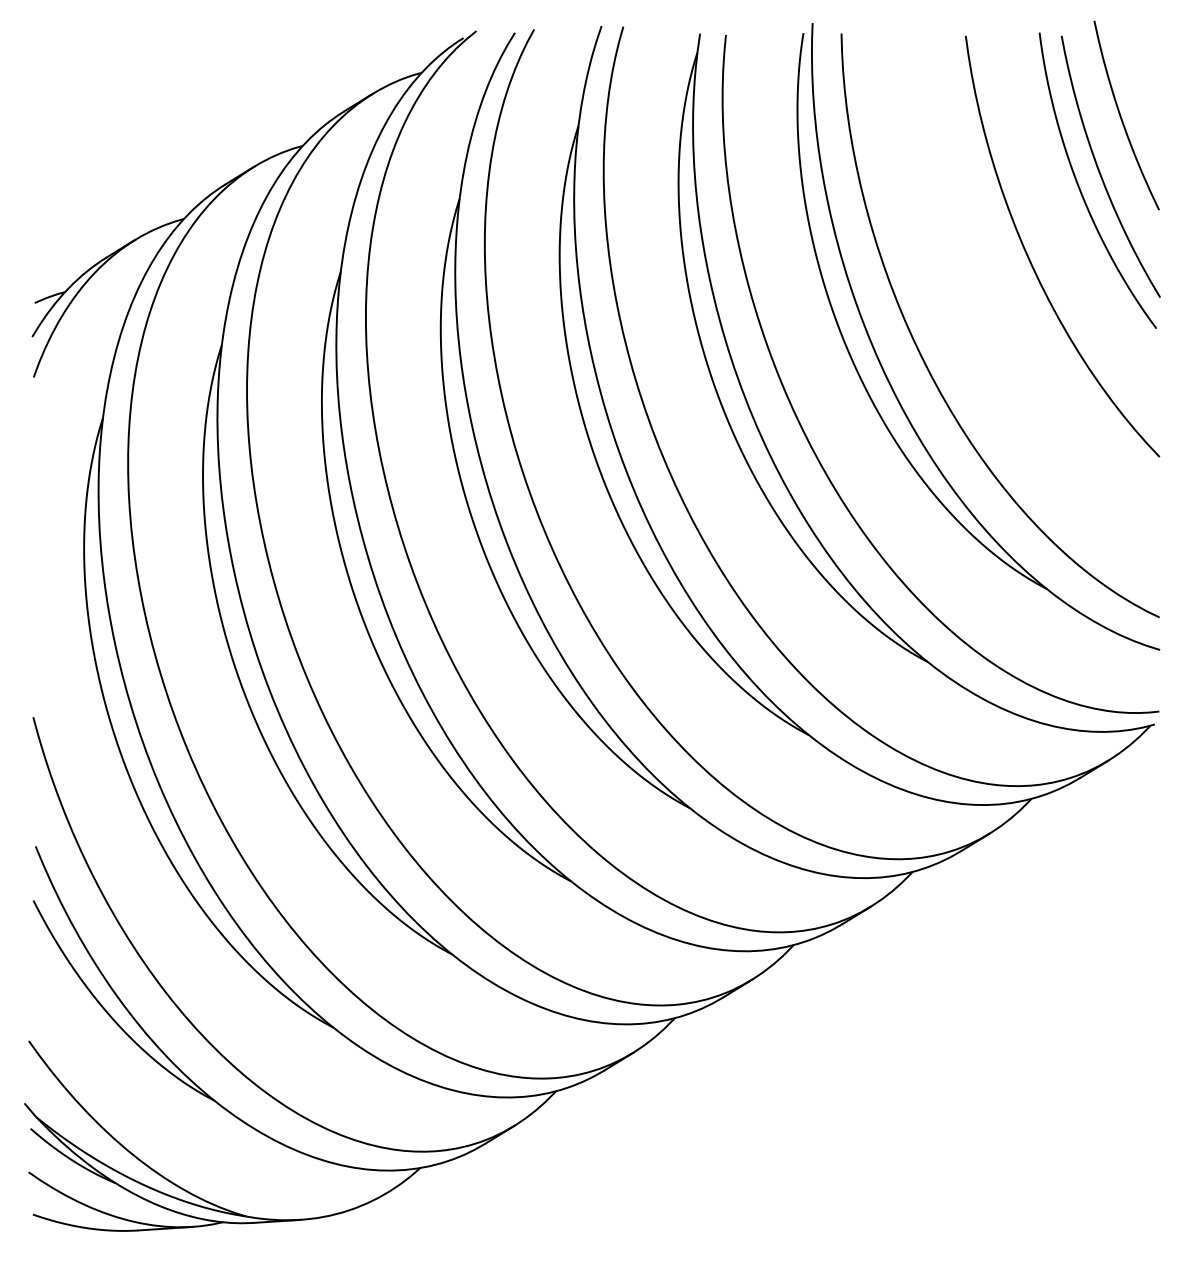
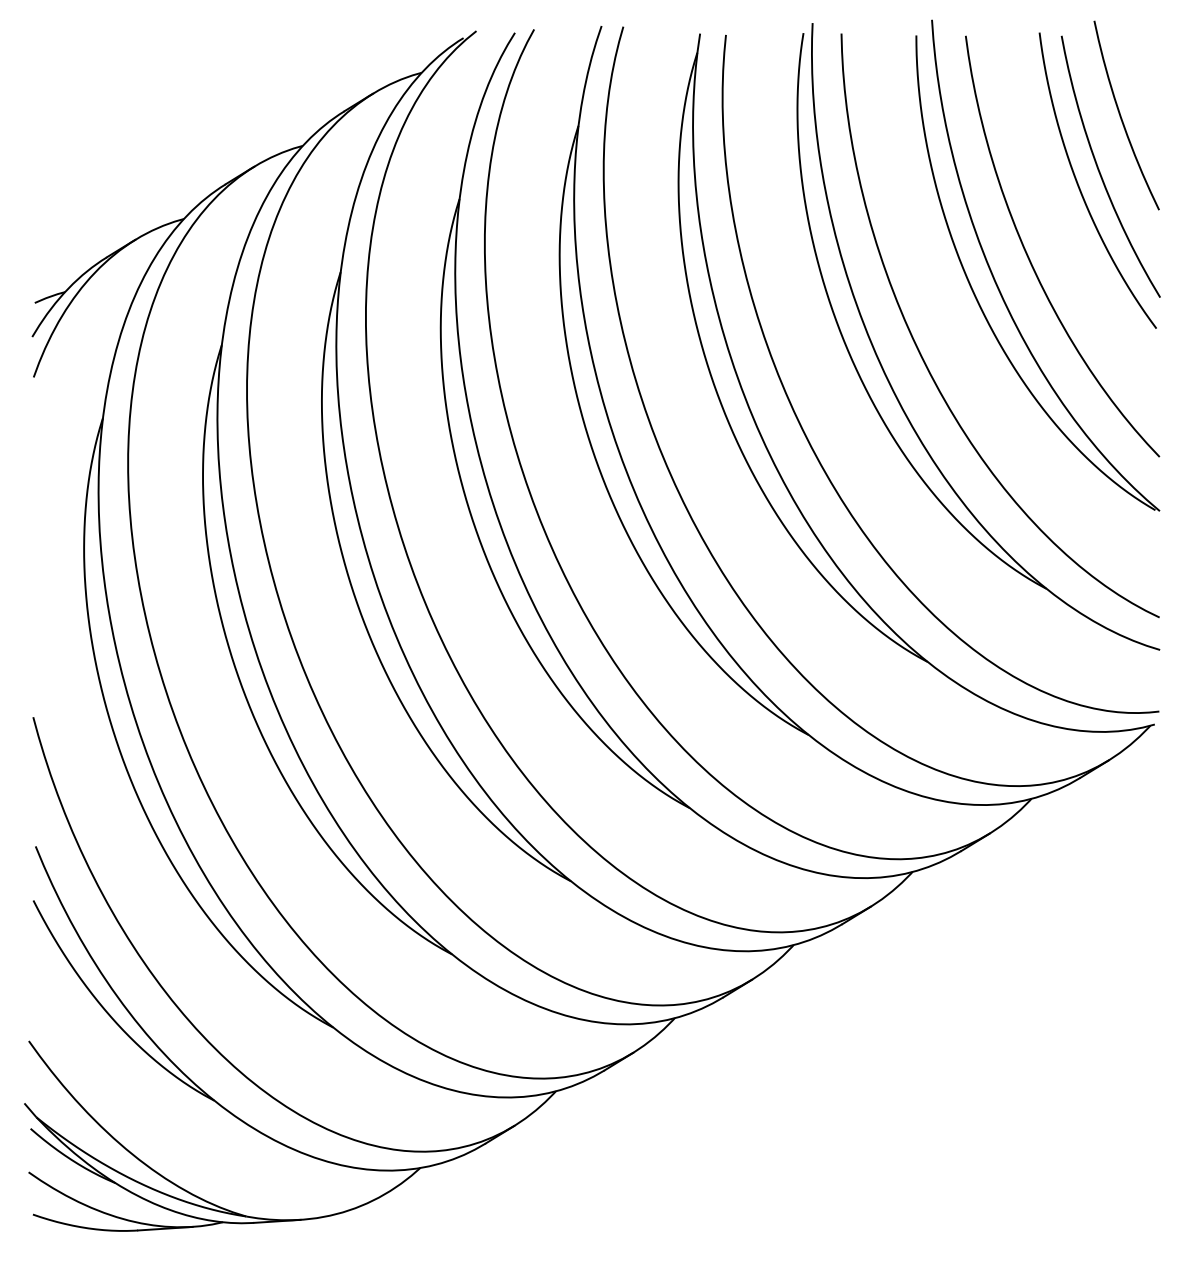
part at (997, 283): none -> present
